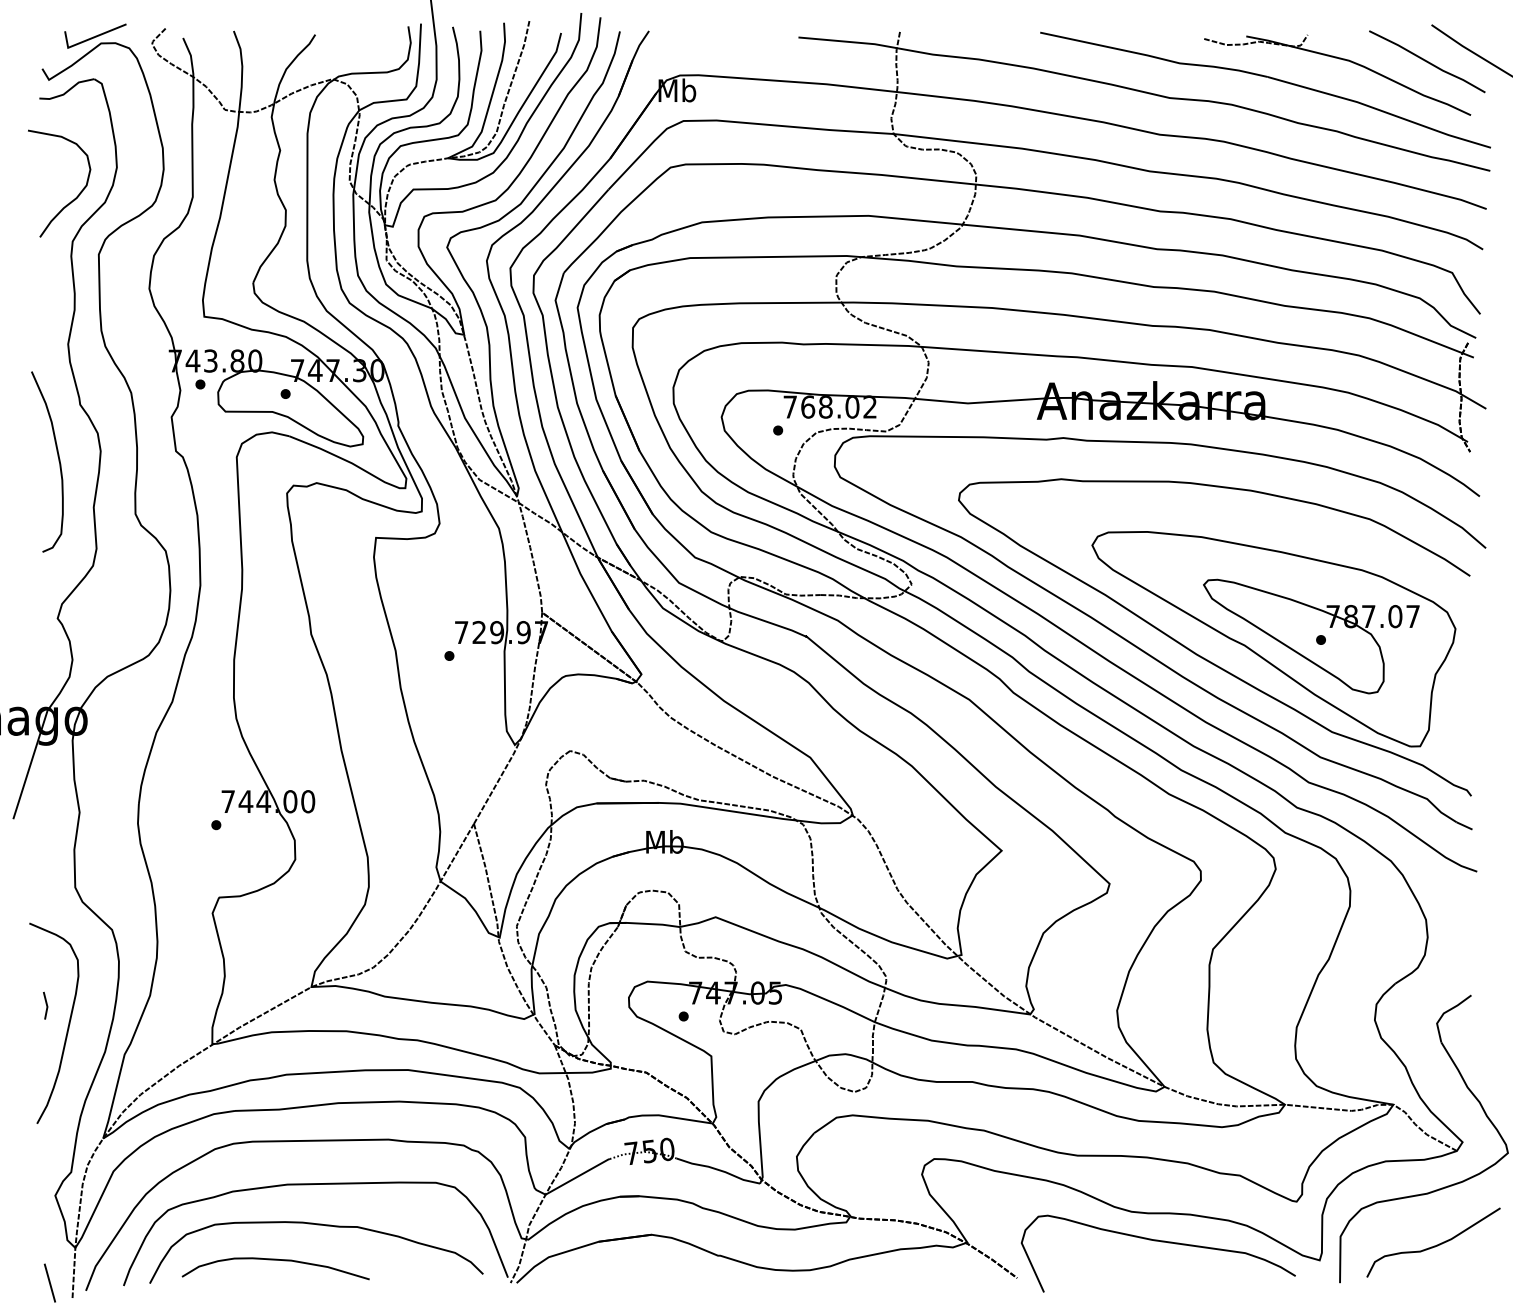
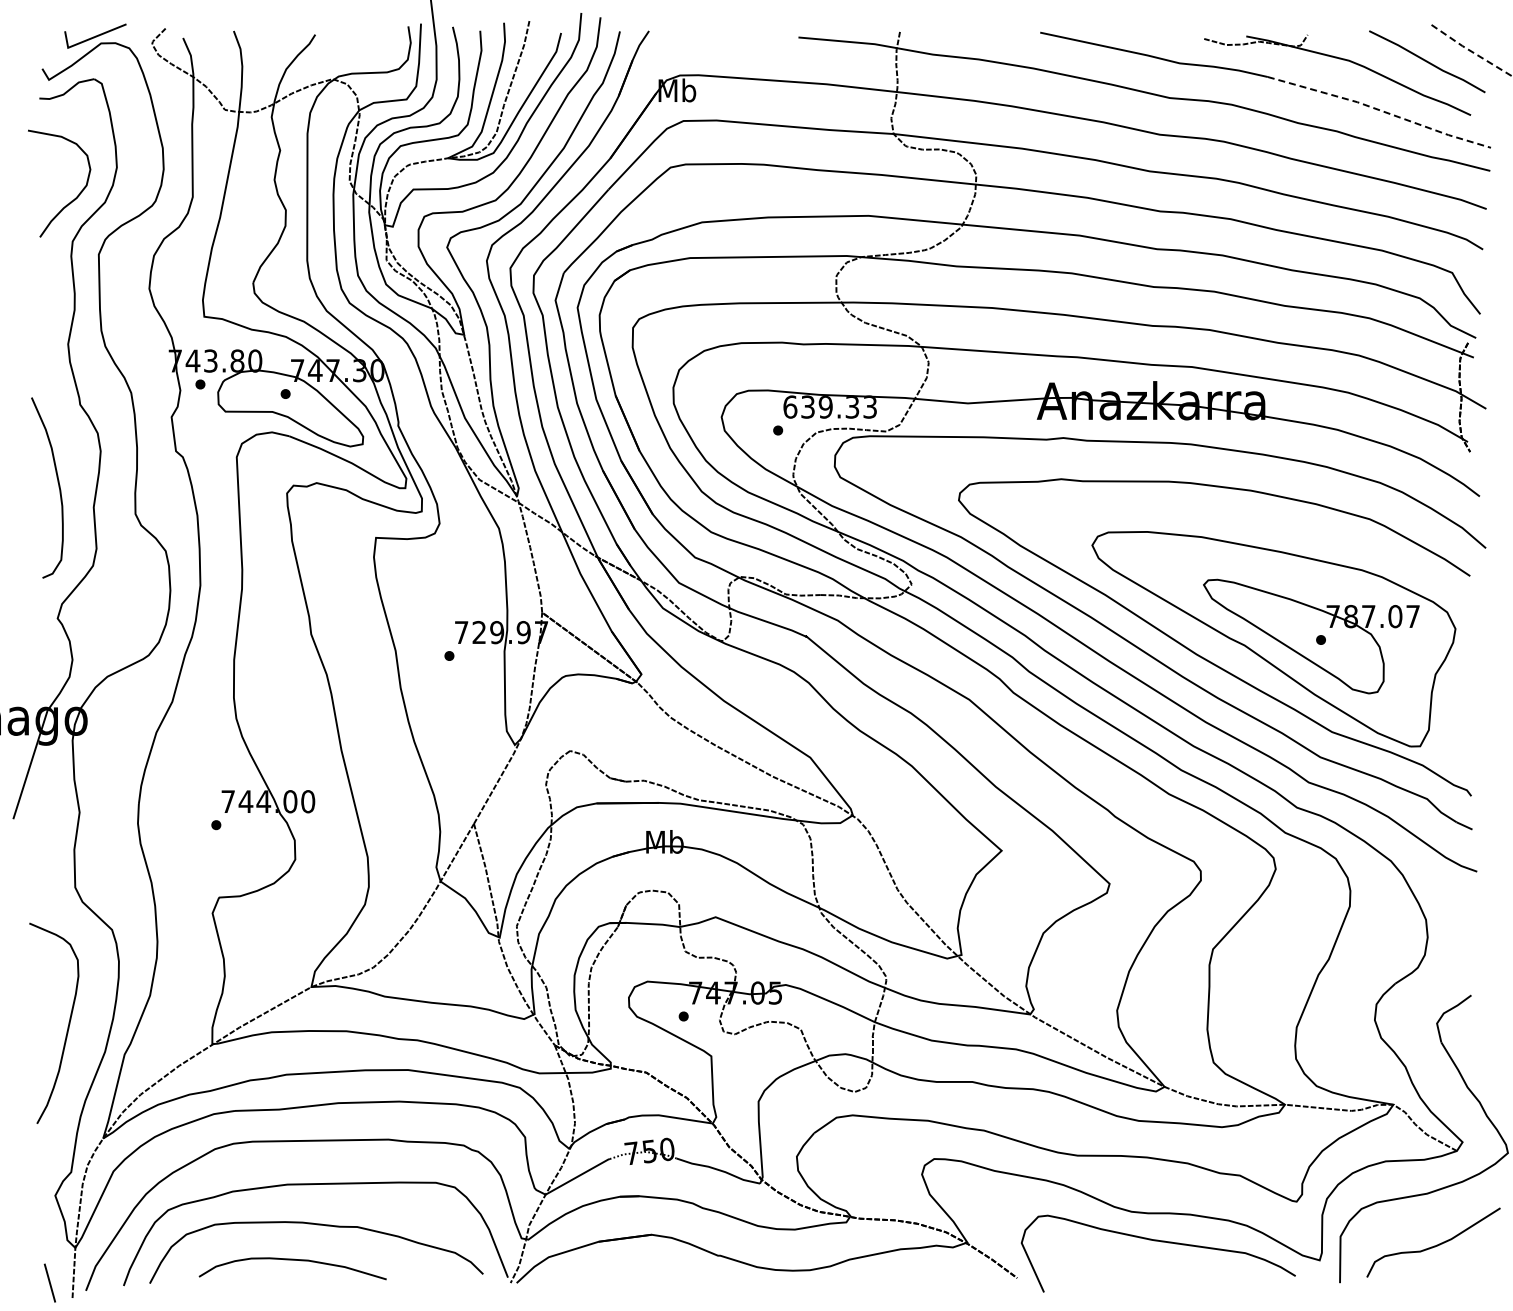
line at (1471, 51): solid -> dashed
line at (1380, 110): solid -> dashed
text at (829, 406): 768.02 -> 639.33
curve at (58, 461) position: (58, 461) -> (58, 487)
line at (45, 1004): present -> none
curve at (275, 1260) position: (275, 1260) -> (292, 1260)
